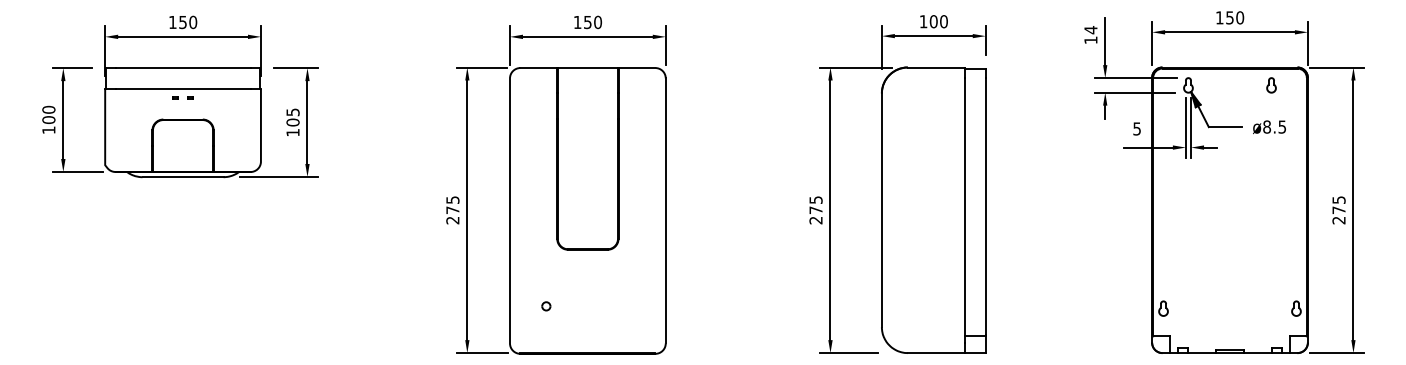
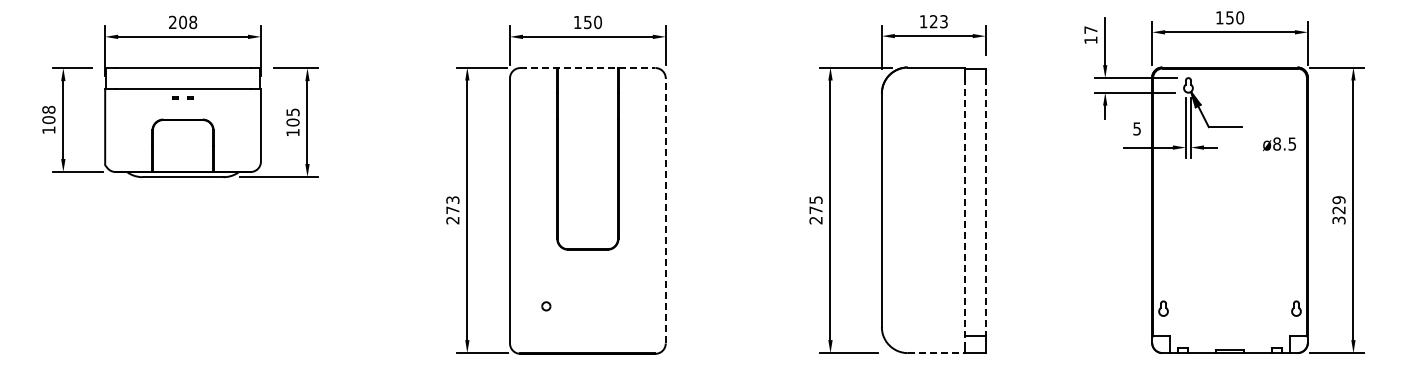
text at (938, 21): 100 -> 123
text at (183, 22): 150 -> 208
text at (1090, 30): 14 -> 17
line at (587, 68): solid -> dashed
part at (1271, 85): present -> none
text at (48, 109): 100 -> 108
text at (1269, 127) position: (1269, 127) -> (1279, 144)
text at (452, 199): 275 -> 273
line at (985, 206): solid -> dashed
line at (665, 210): solid -> dashed
line at (964, 210): solid -> dashed
text at (1338, 210): 275 -> 329
line at (936, 353): solid -> dashed
